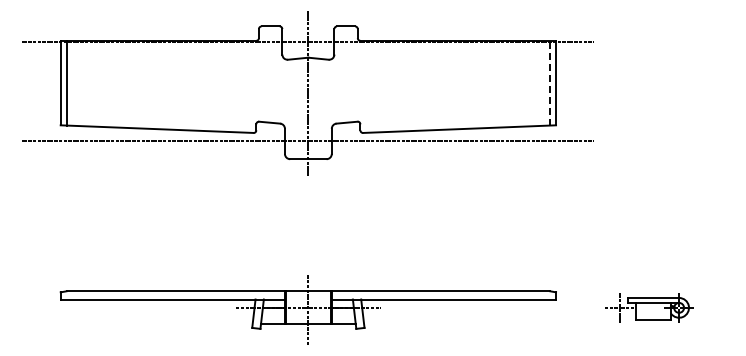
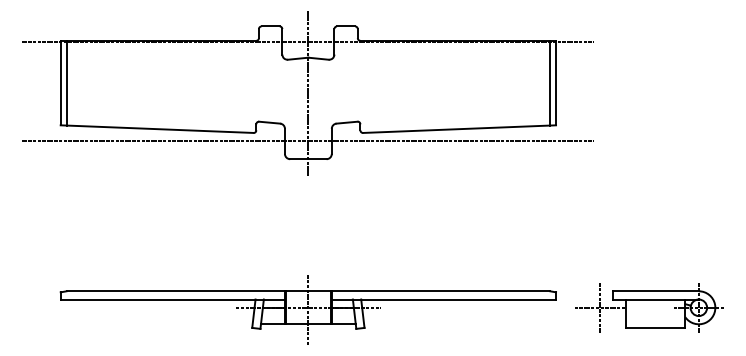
line at (550, 82): dashed -> solid
part at (649, 307) size: 89x30 px -> 149x50 px
